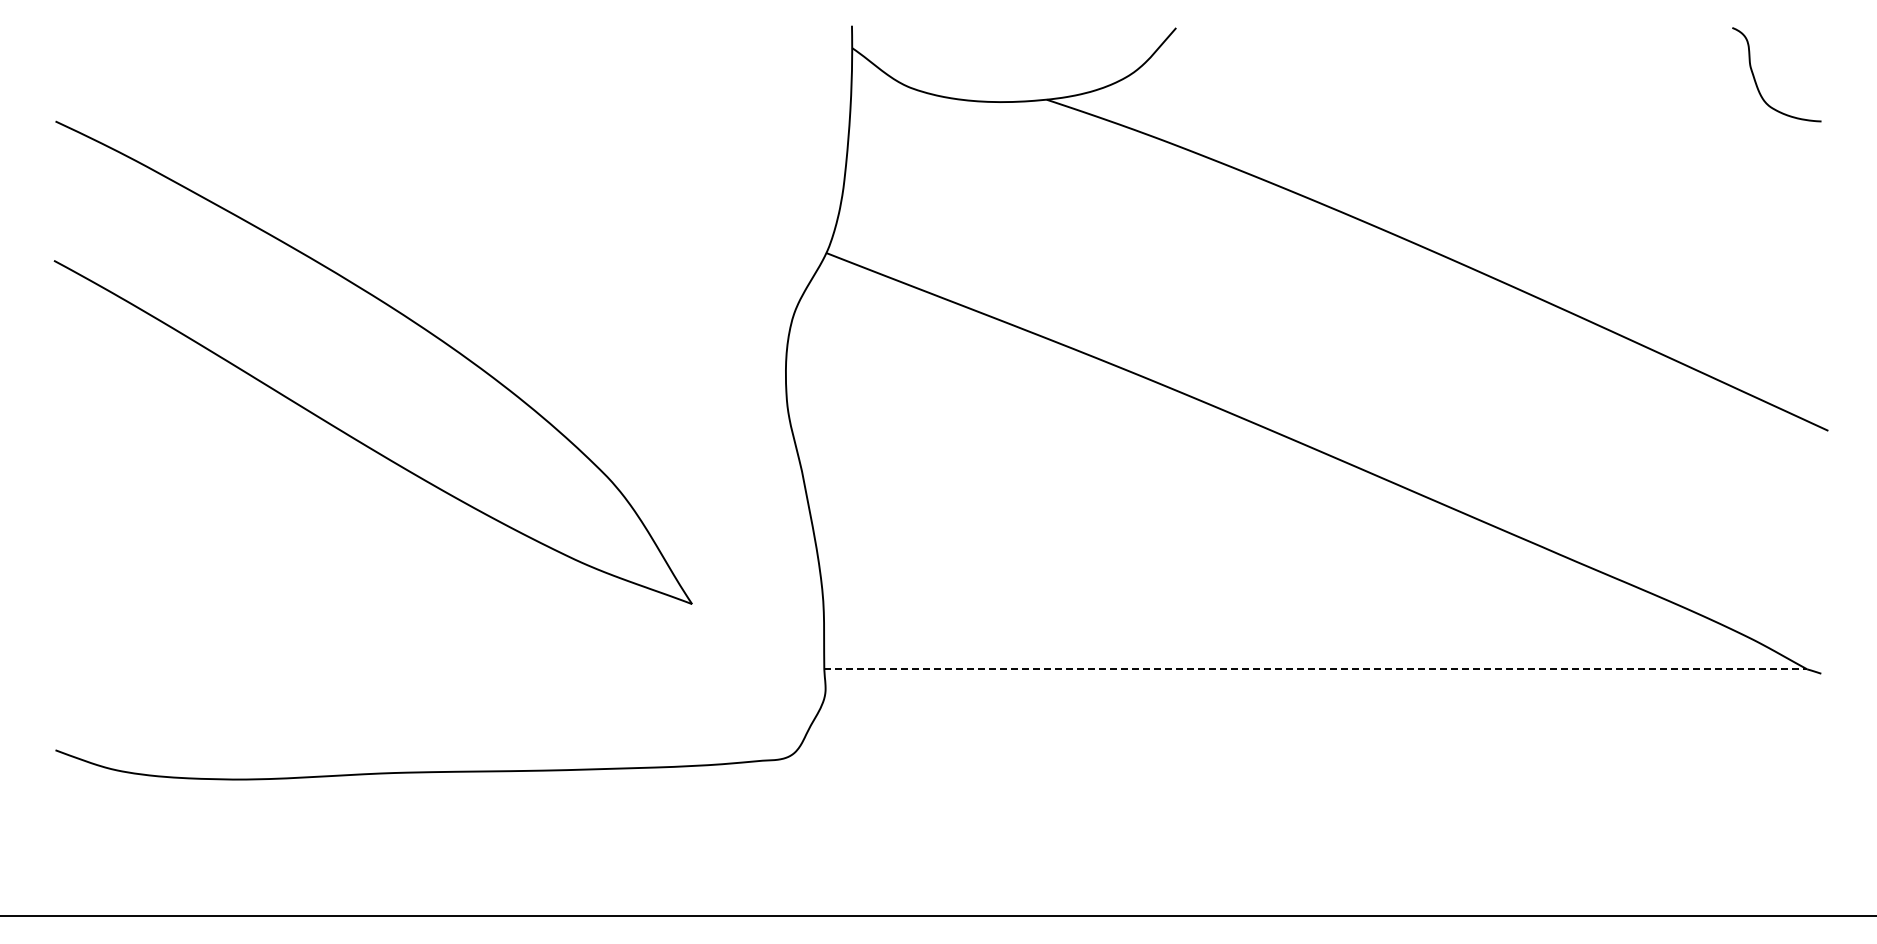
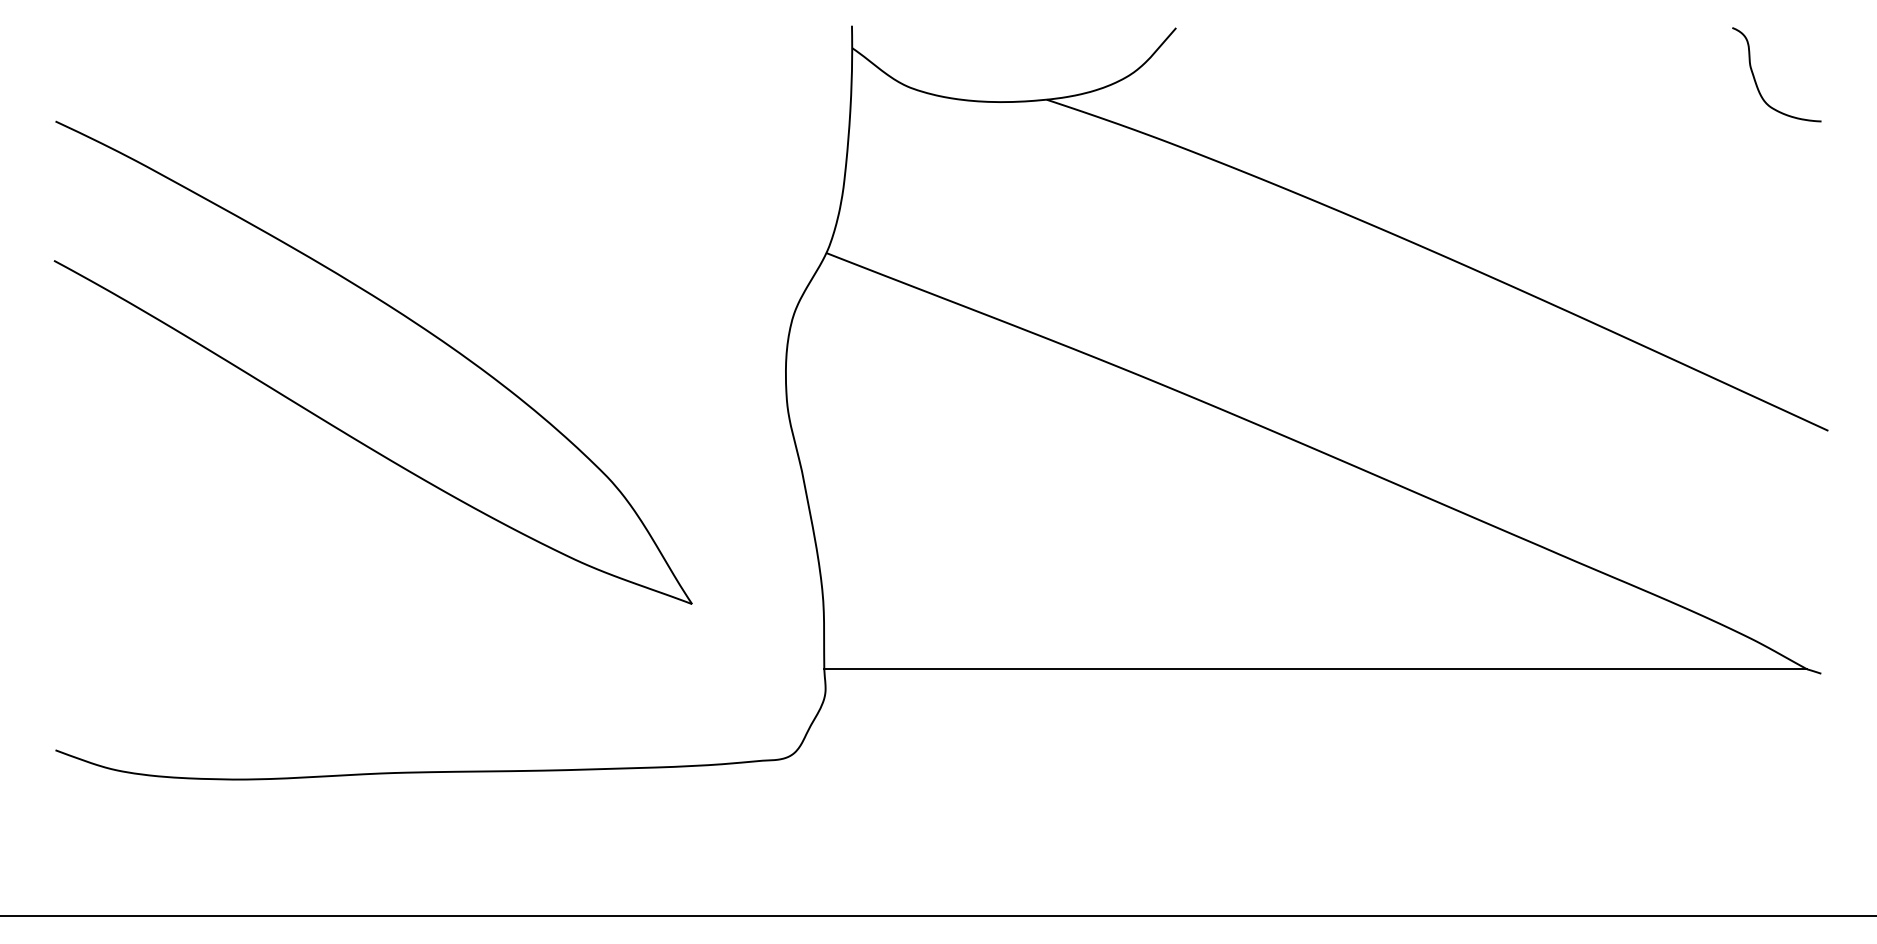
line at (1316, 669): dashed -> solid
